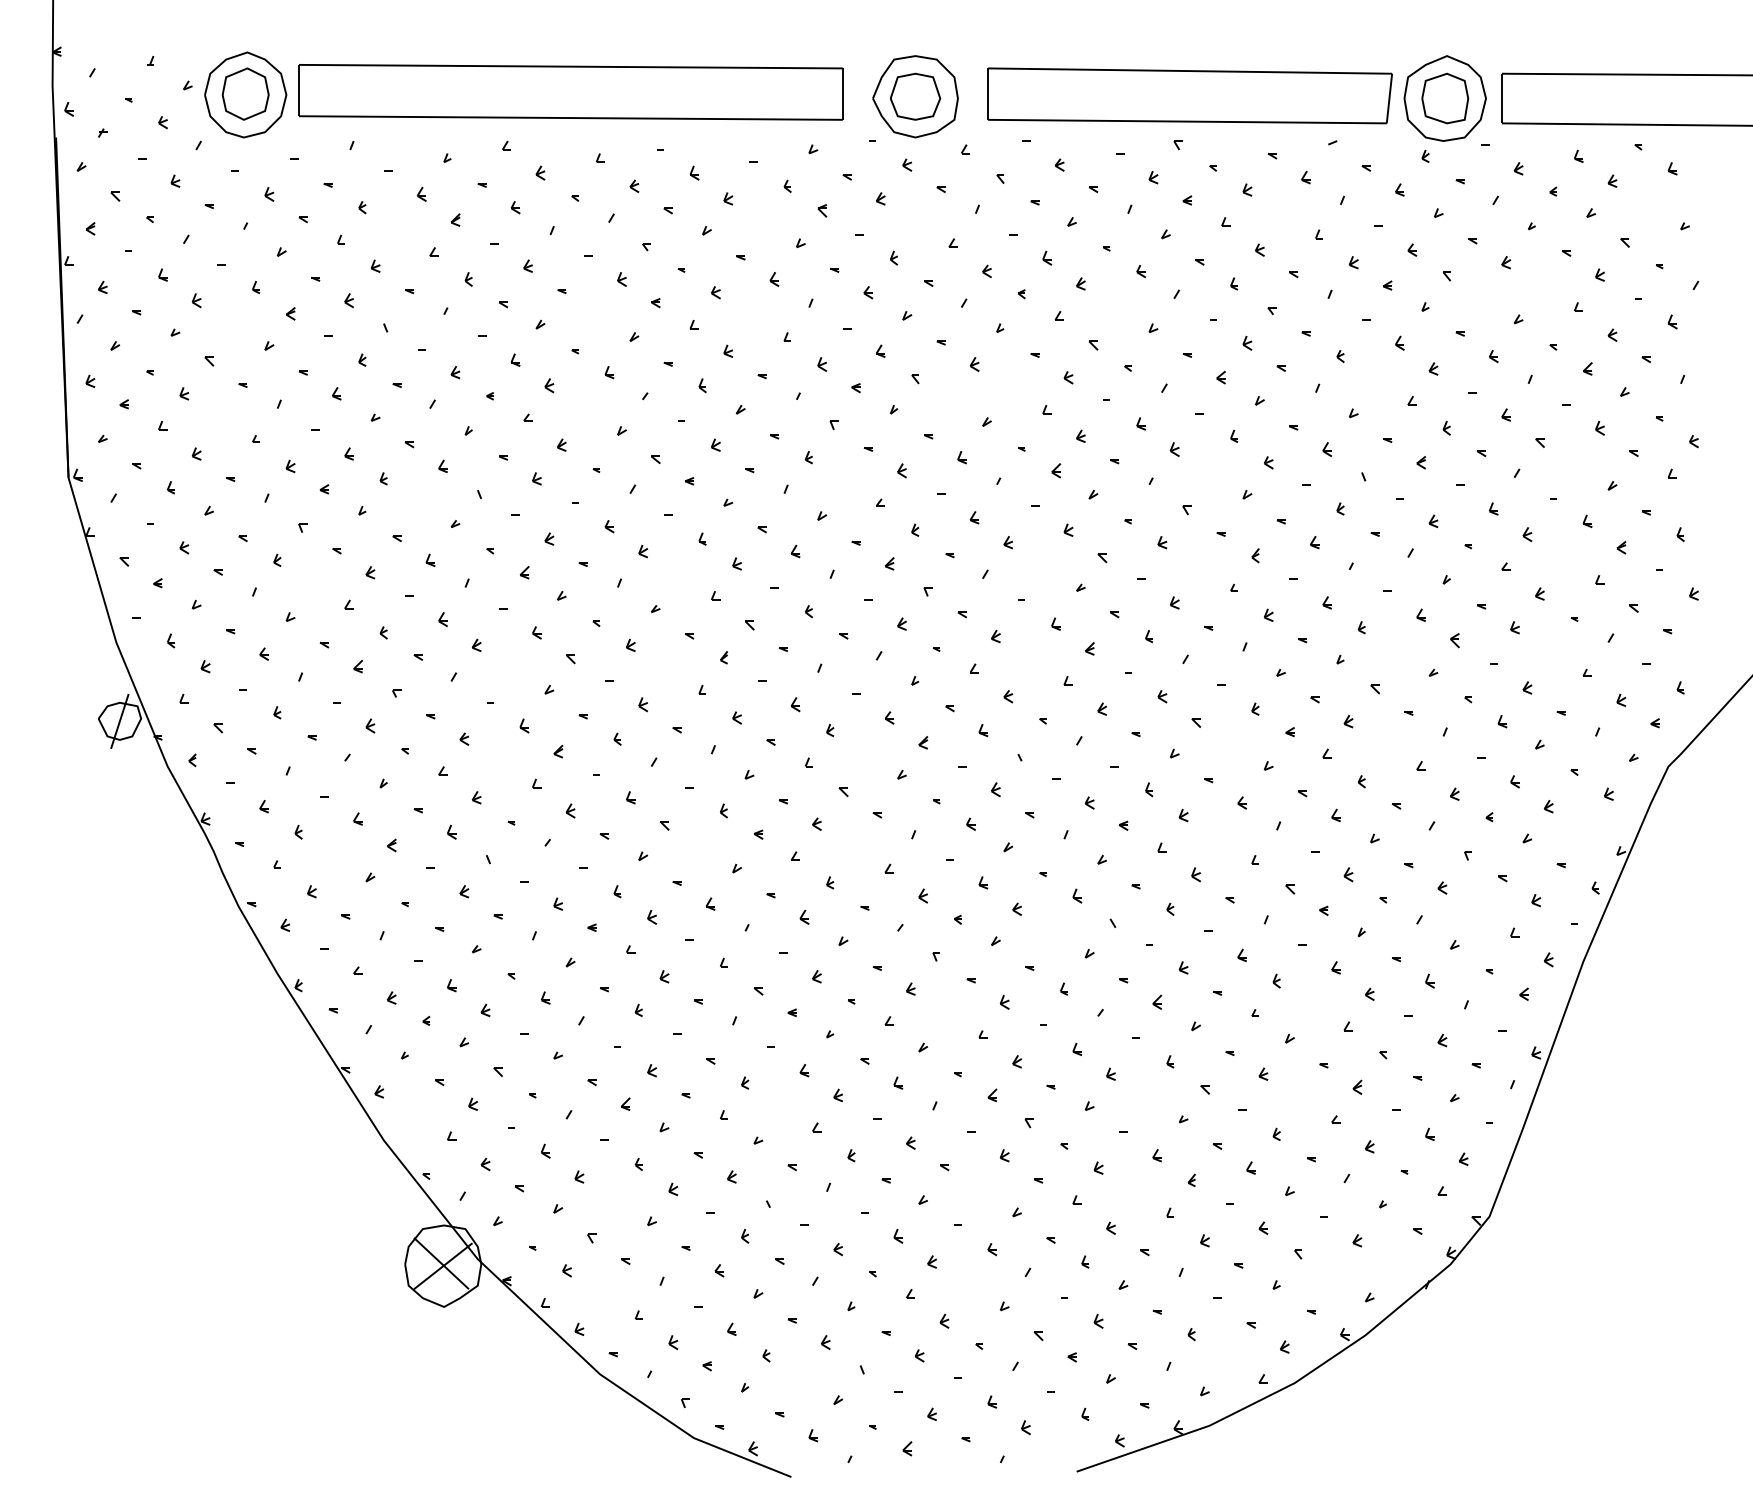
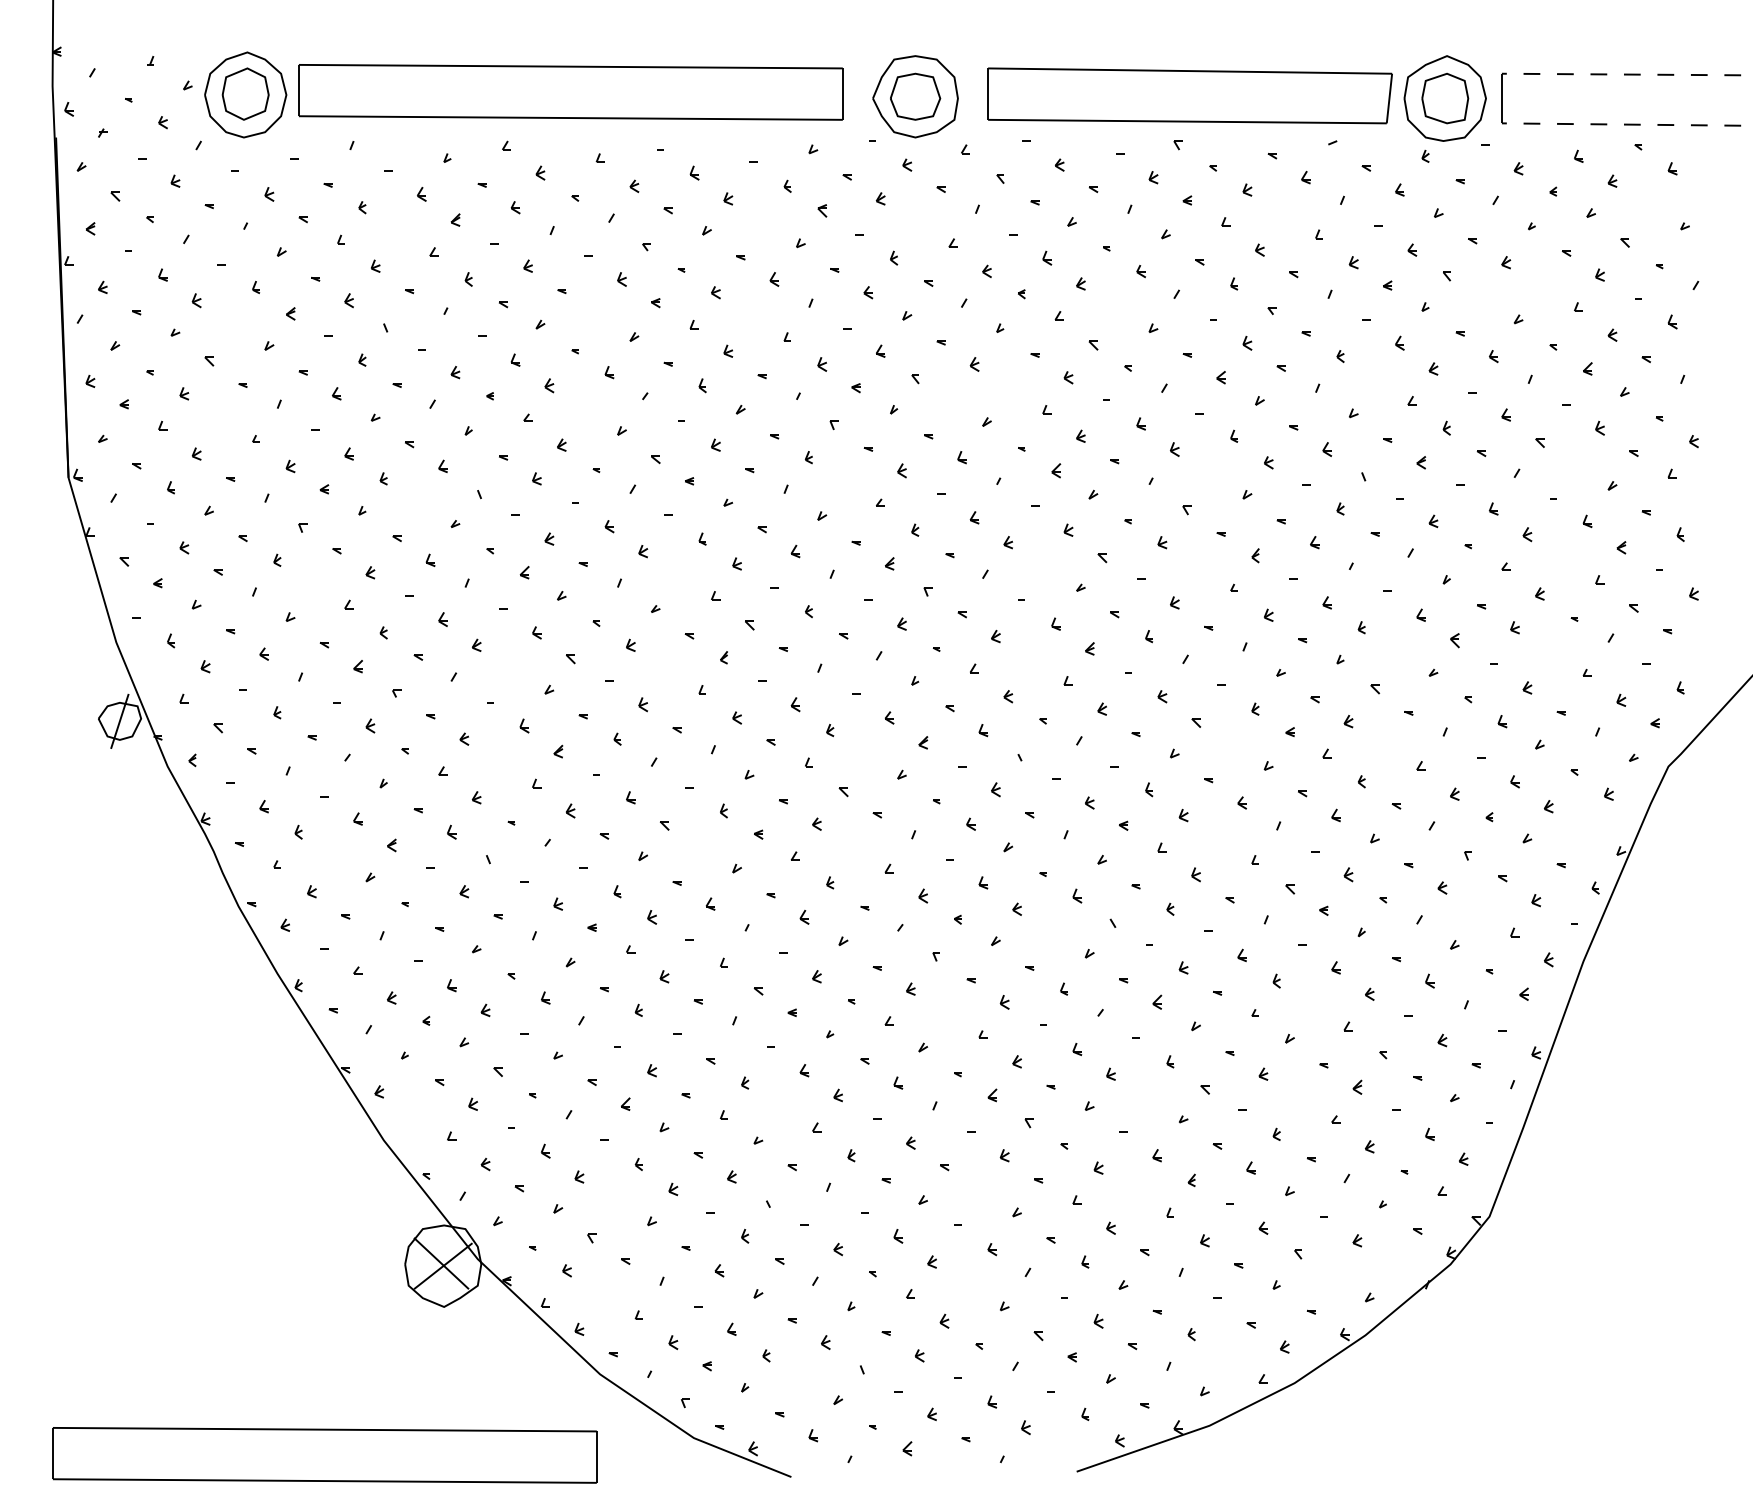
line at (1626, 74): solid -> dashed
line at (1626, 124): solid -> dashed
part at (324, 1455): none -> present
